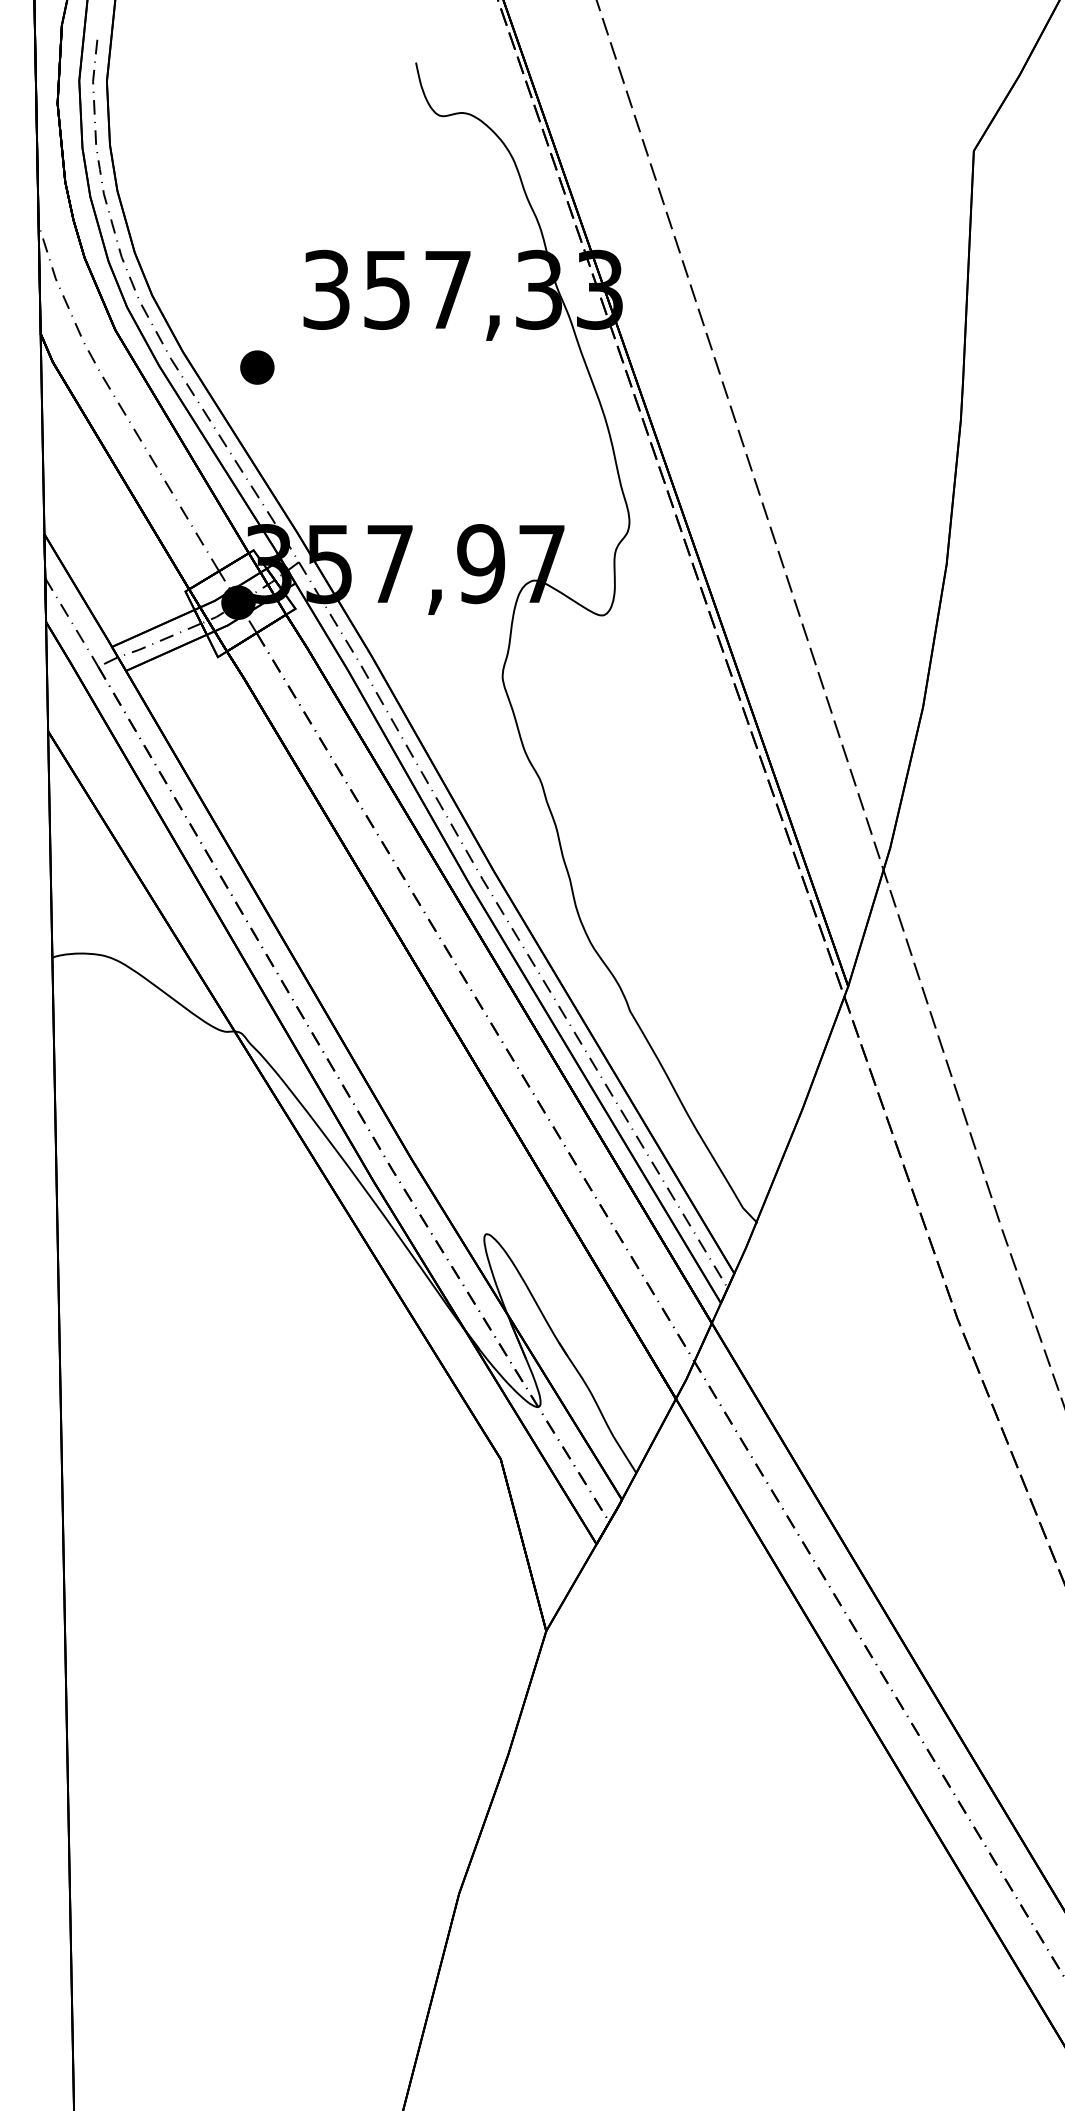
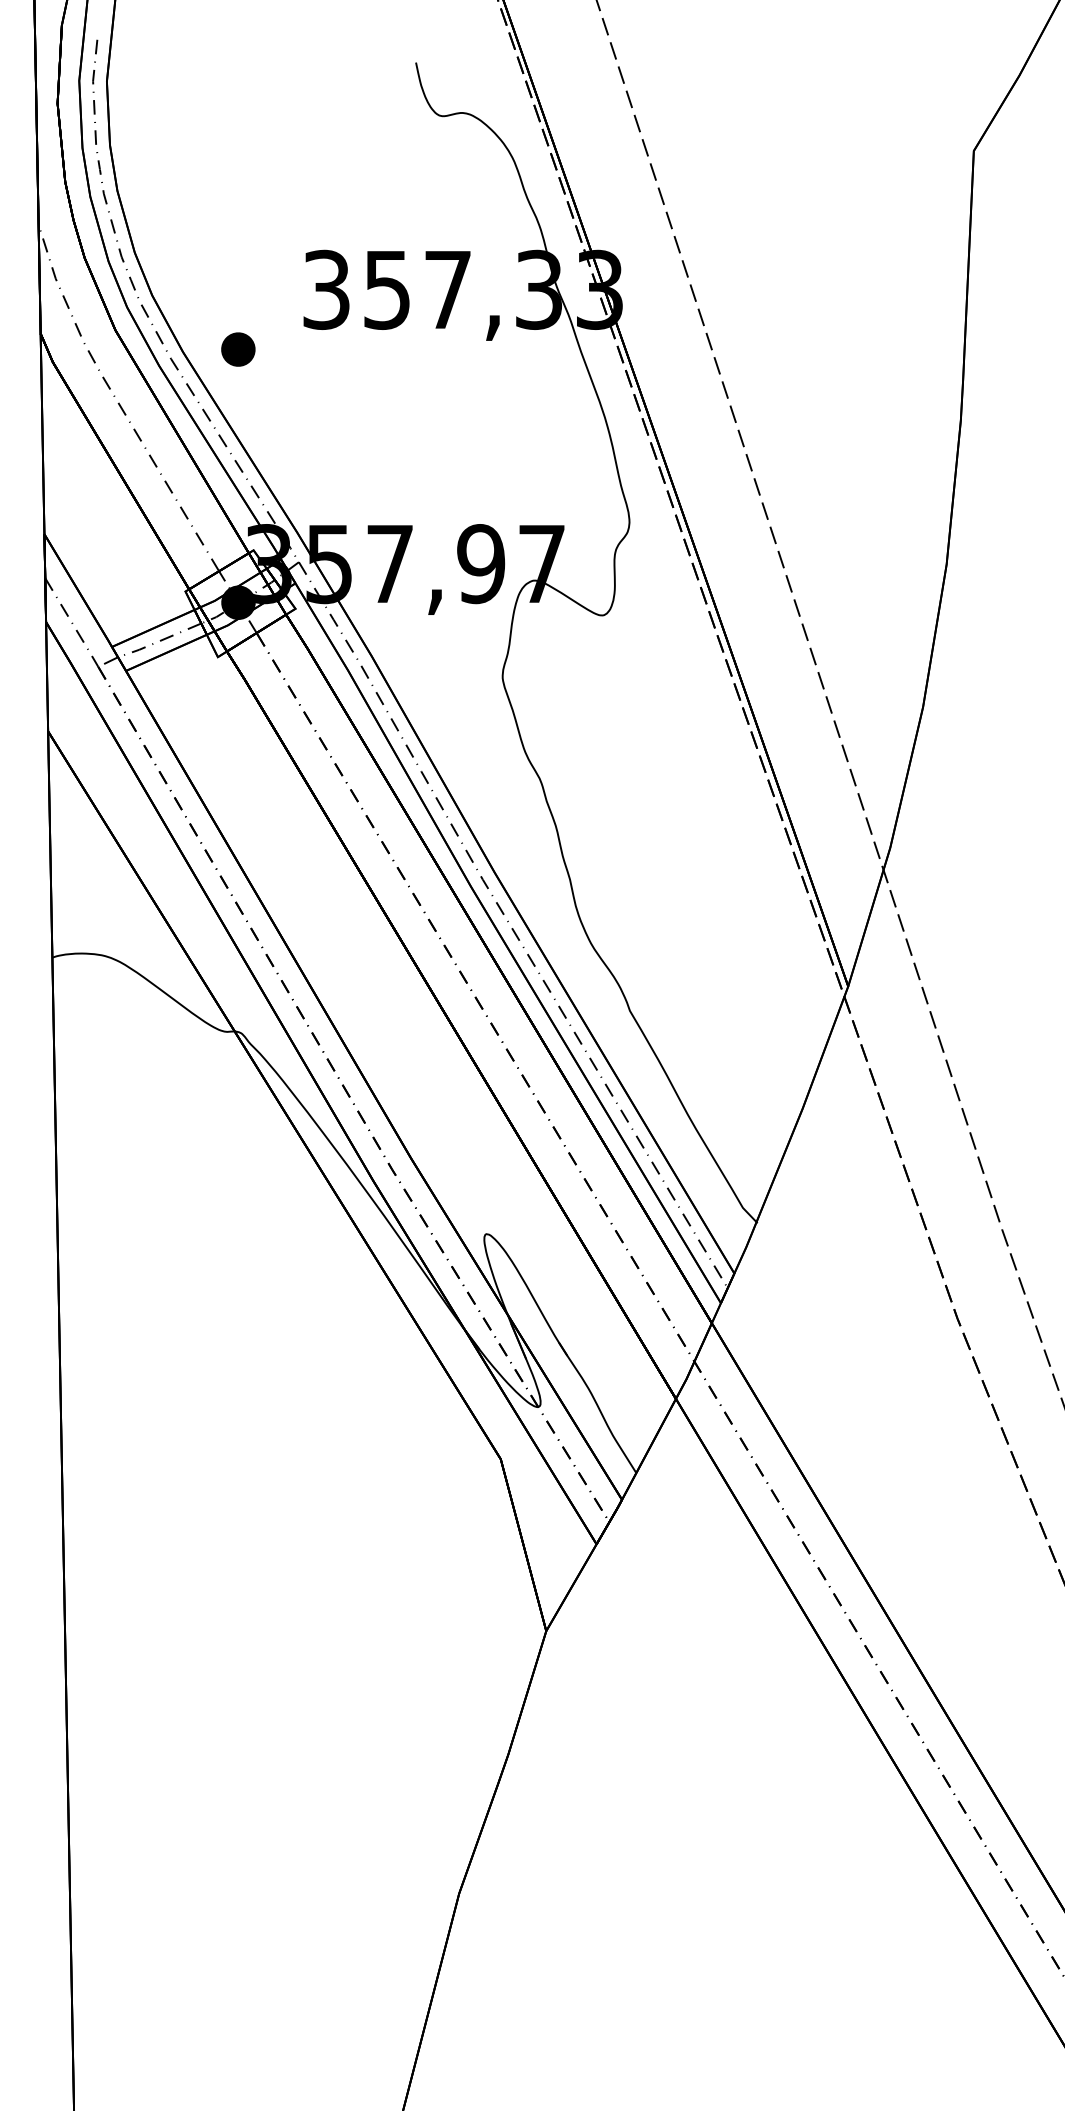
part at (257, 367) position: (257, 367) -> (238, 349)
